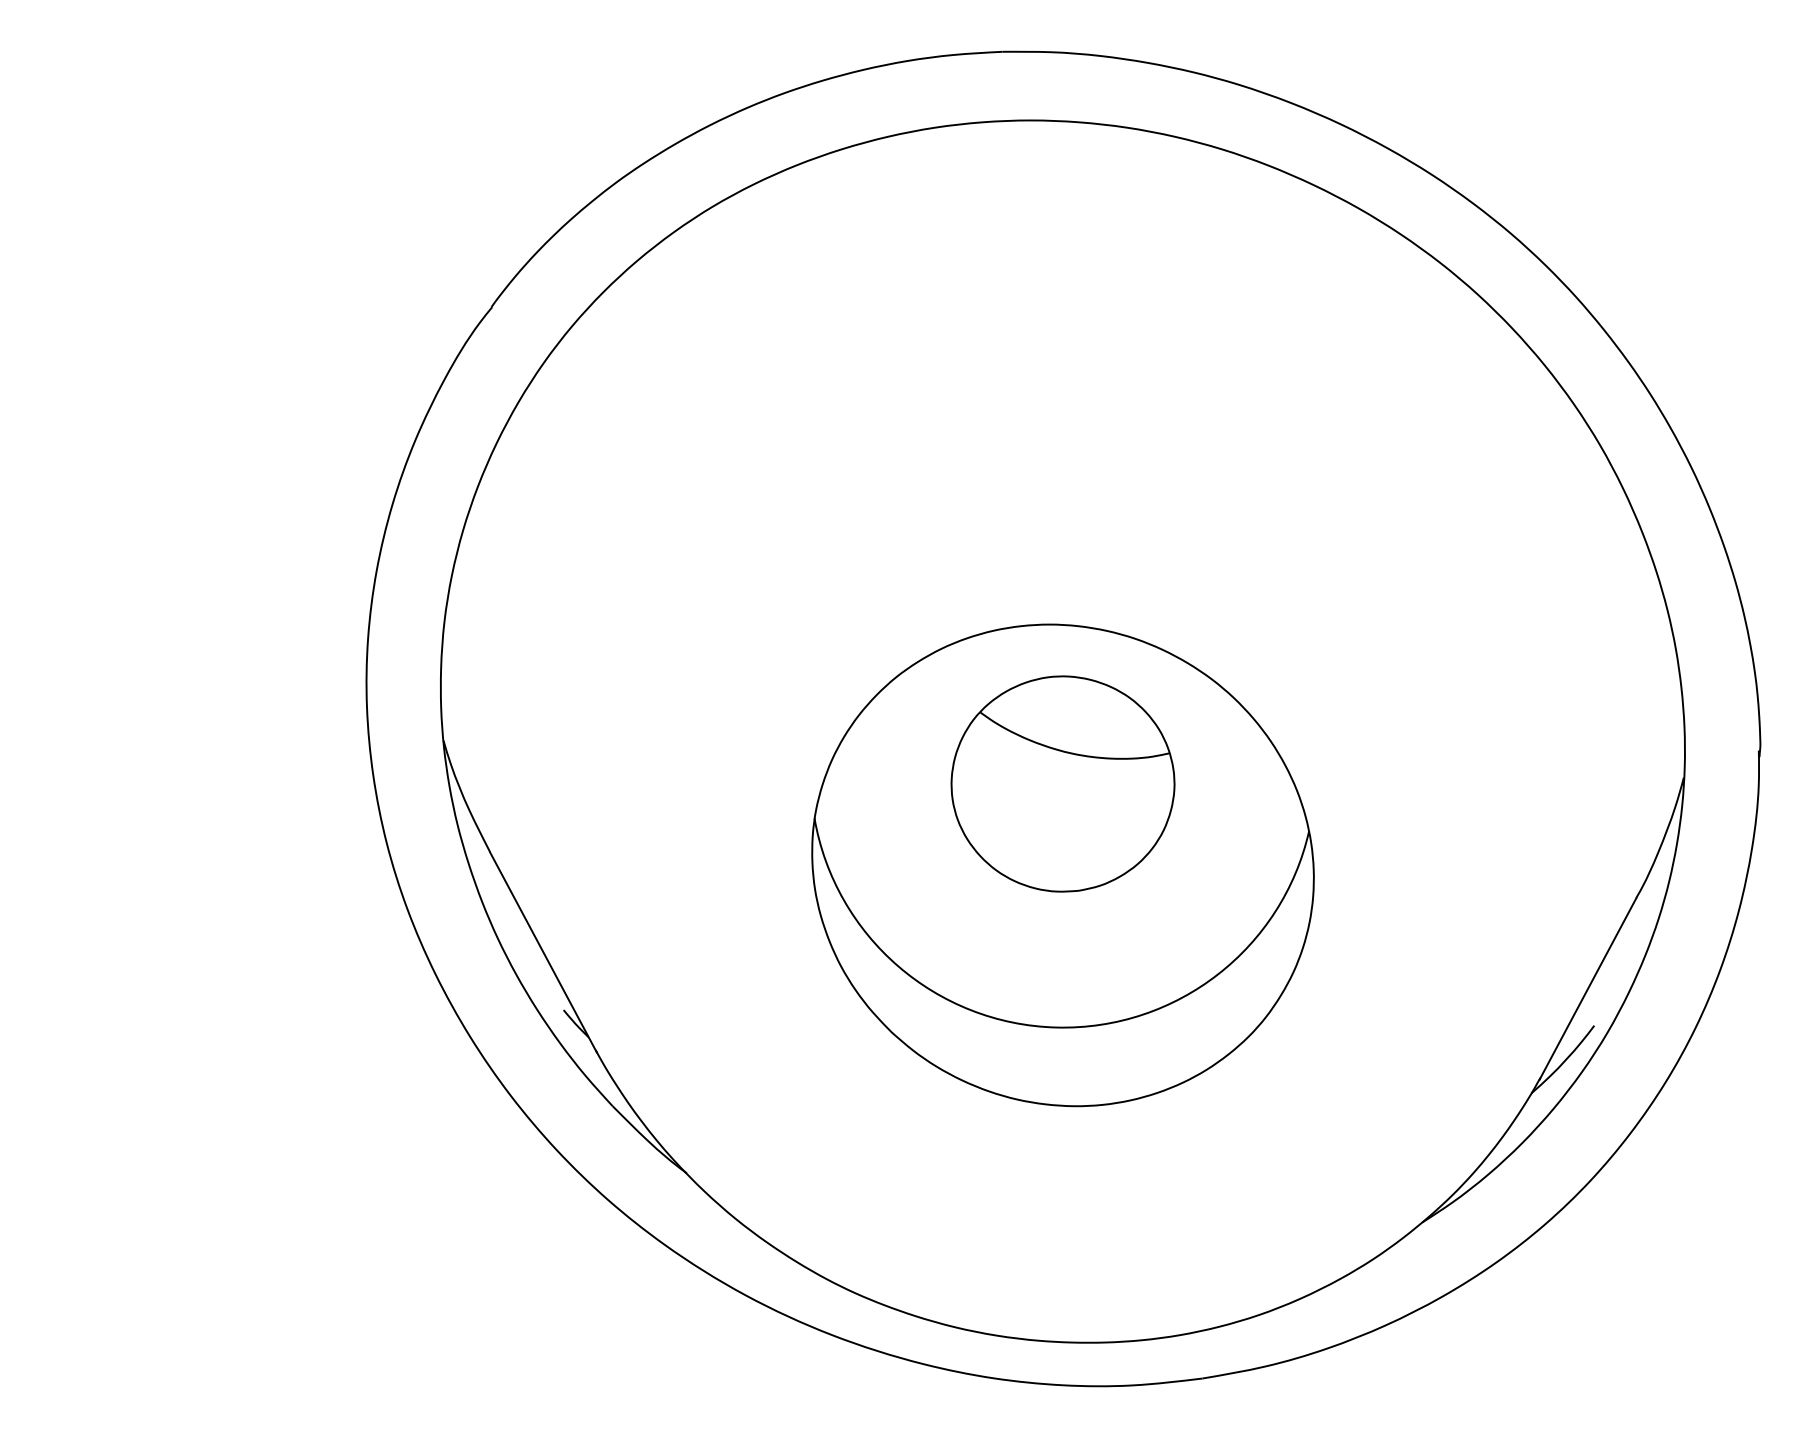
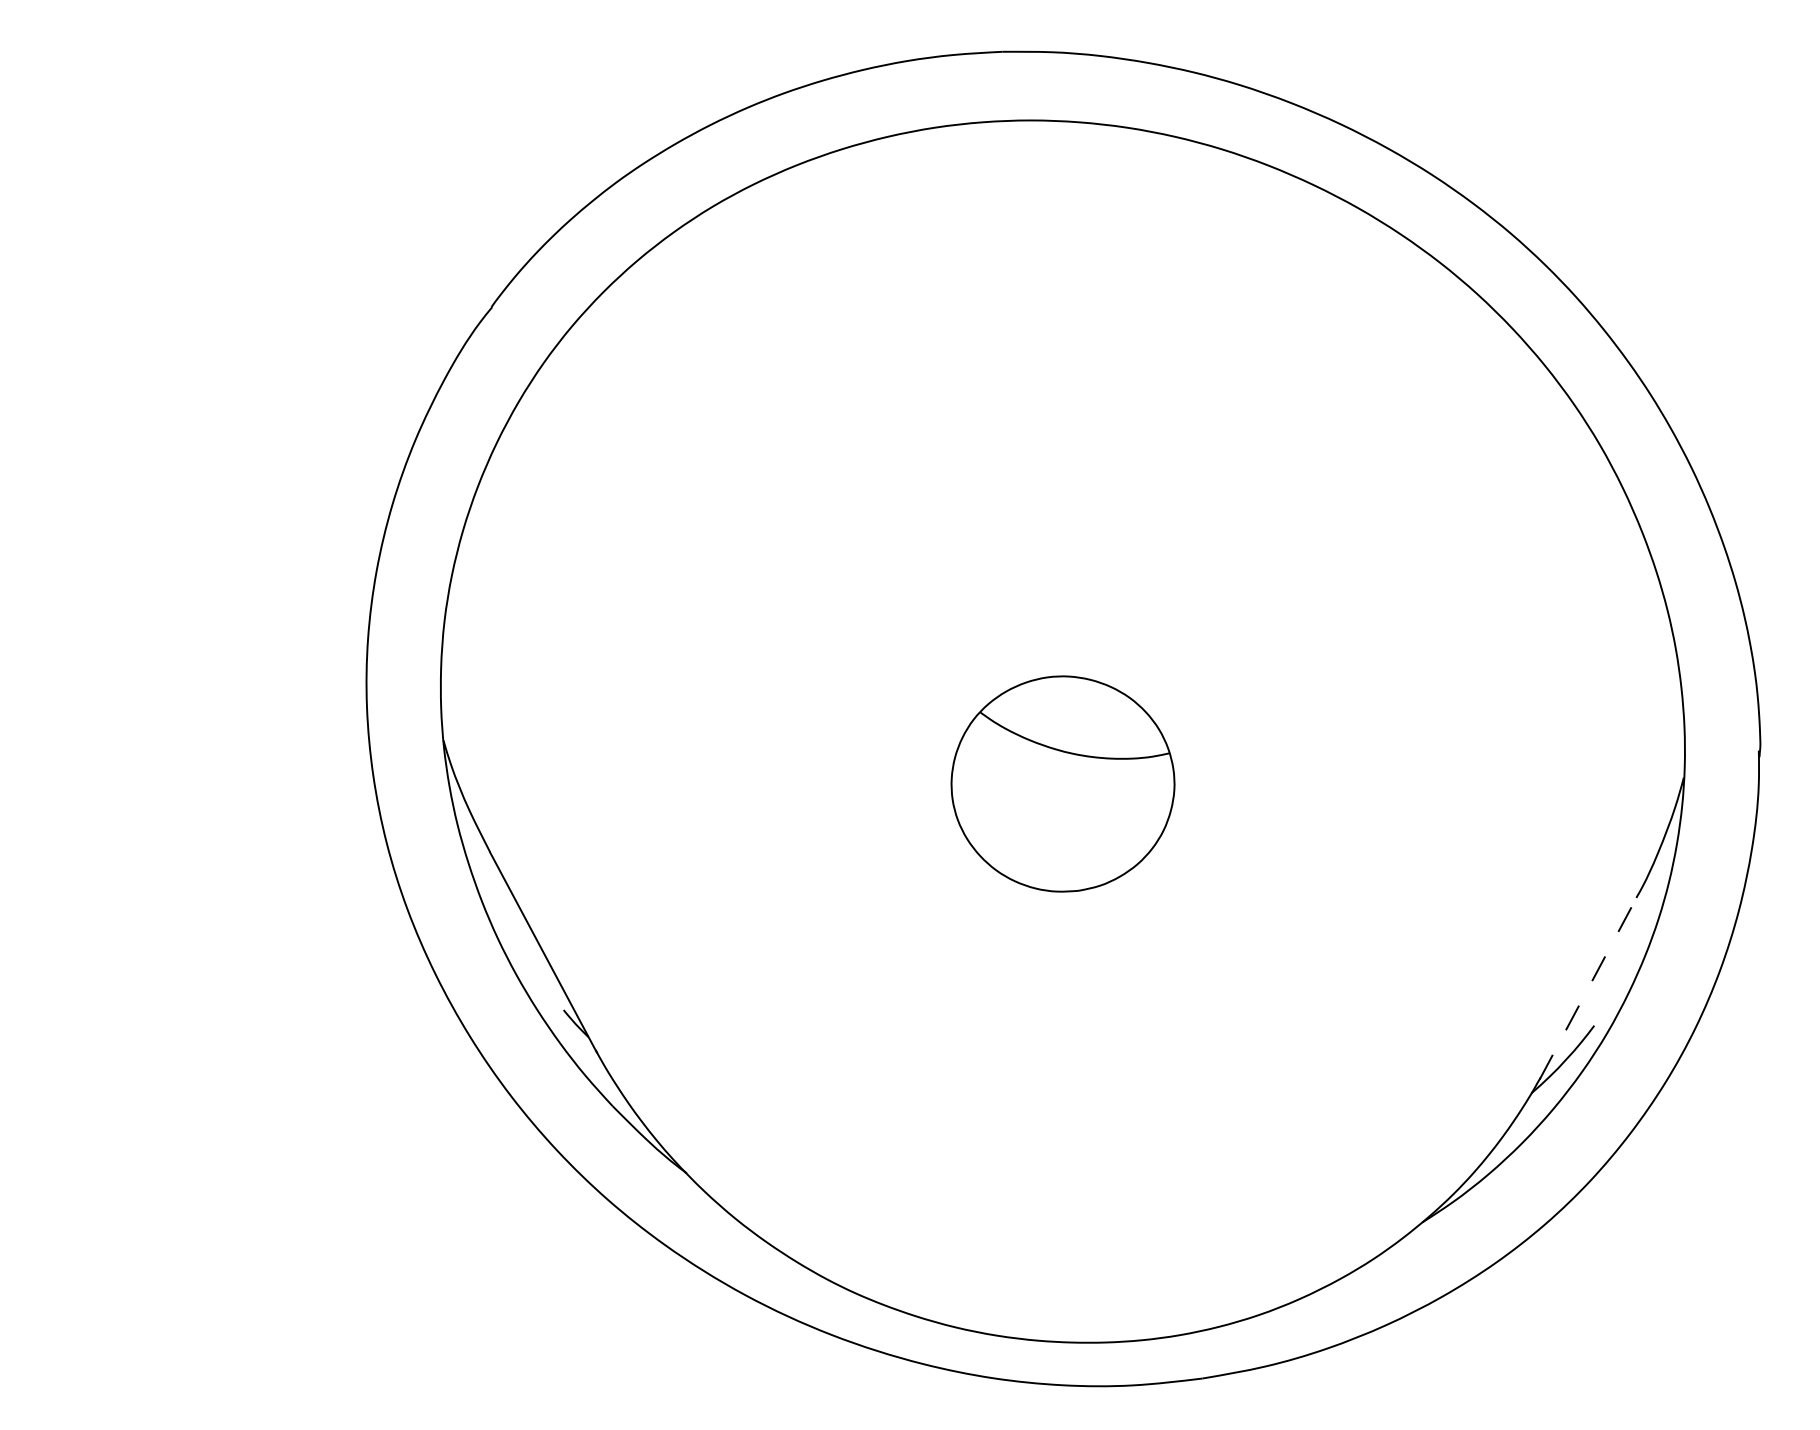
part at (1062, 865): present -> none
line at (1588, 988): solid -> dashed
